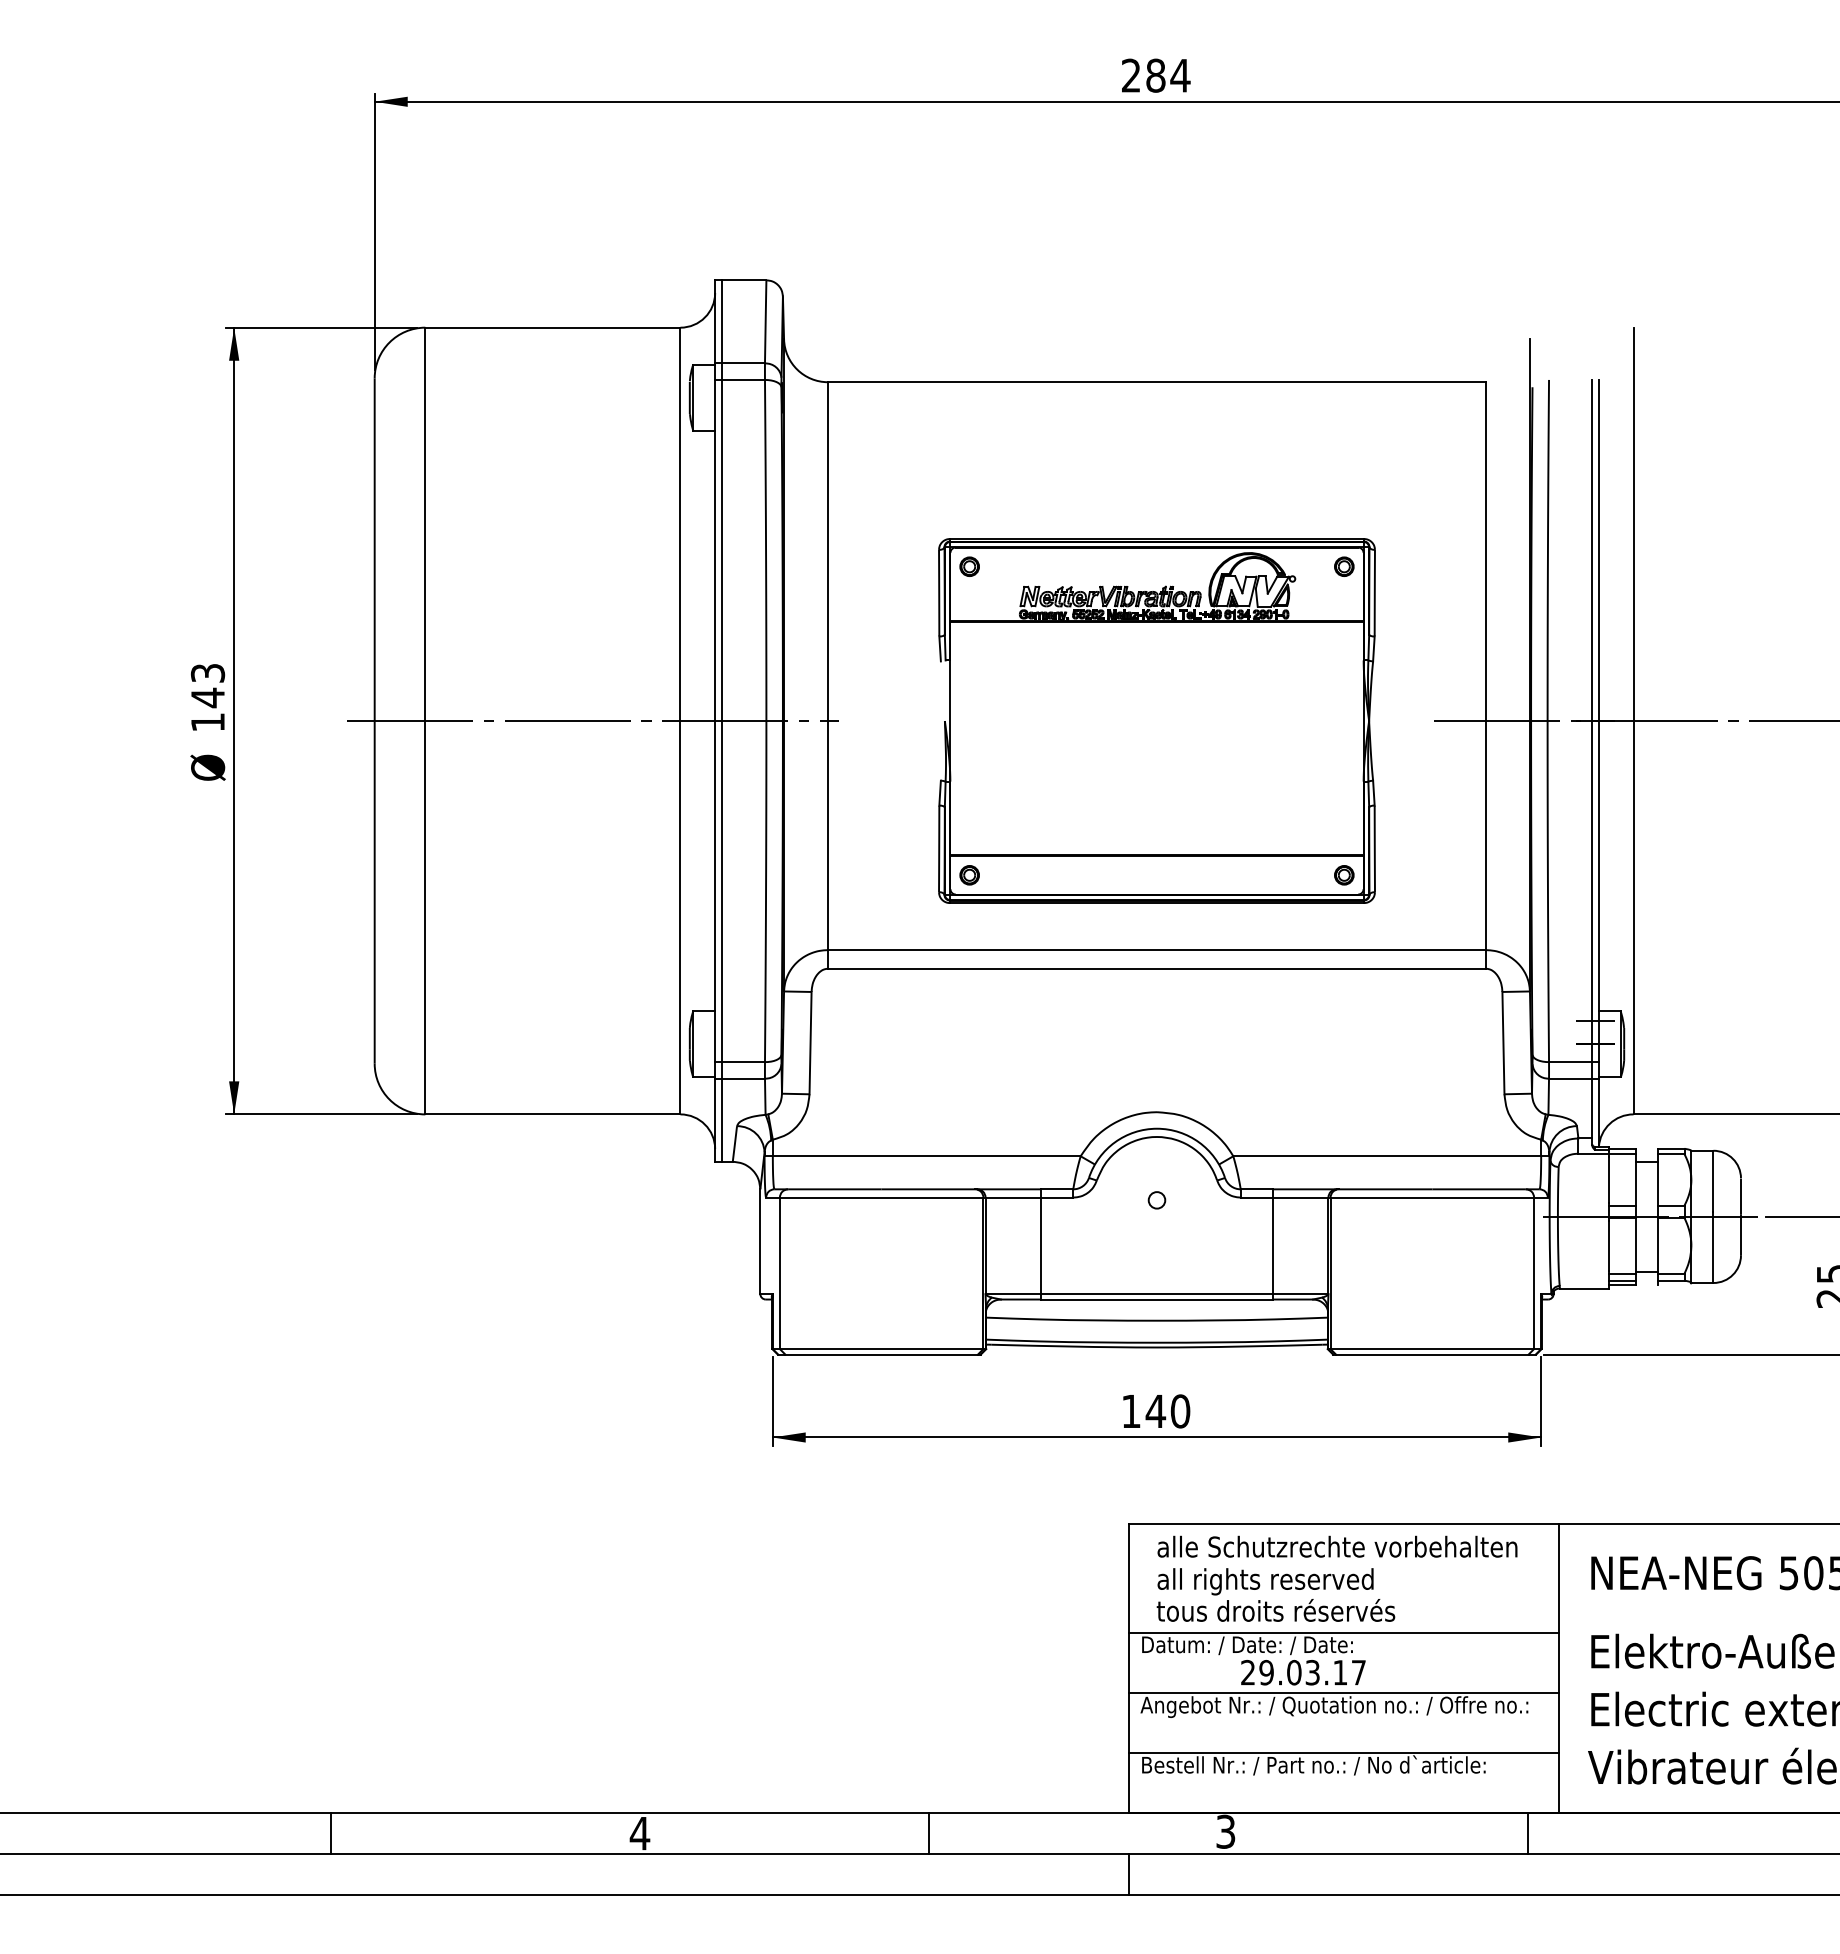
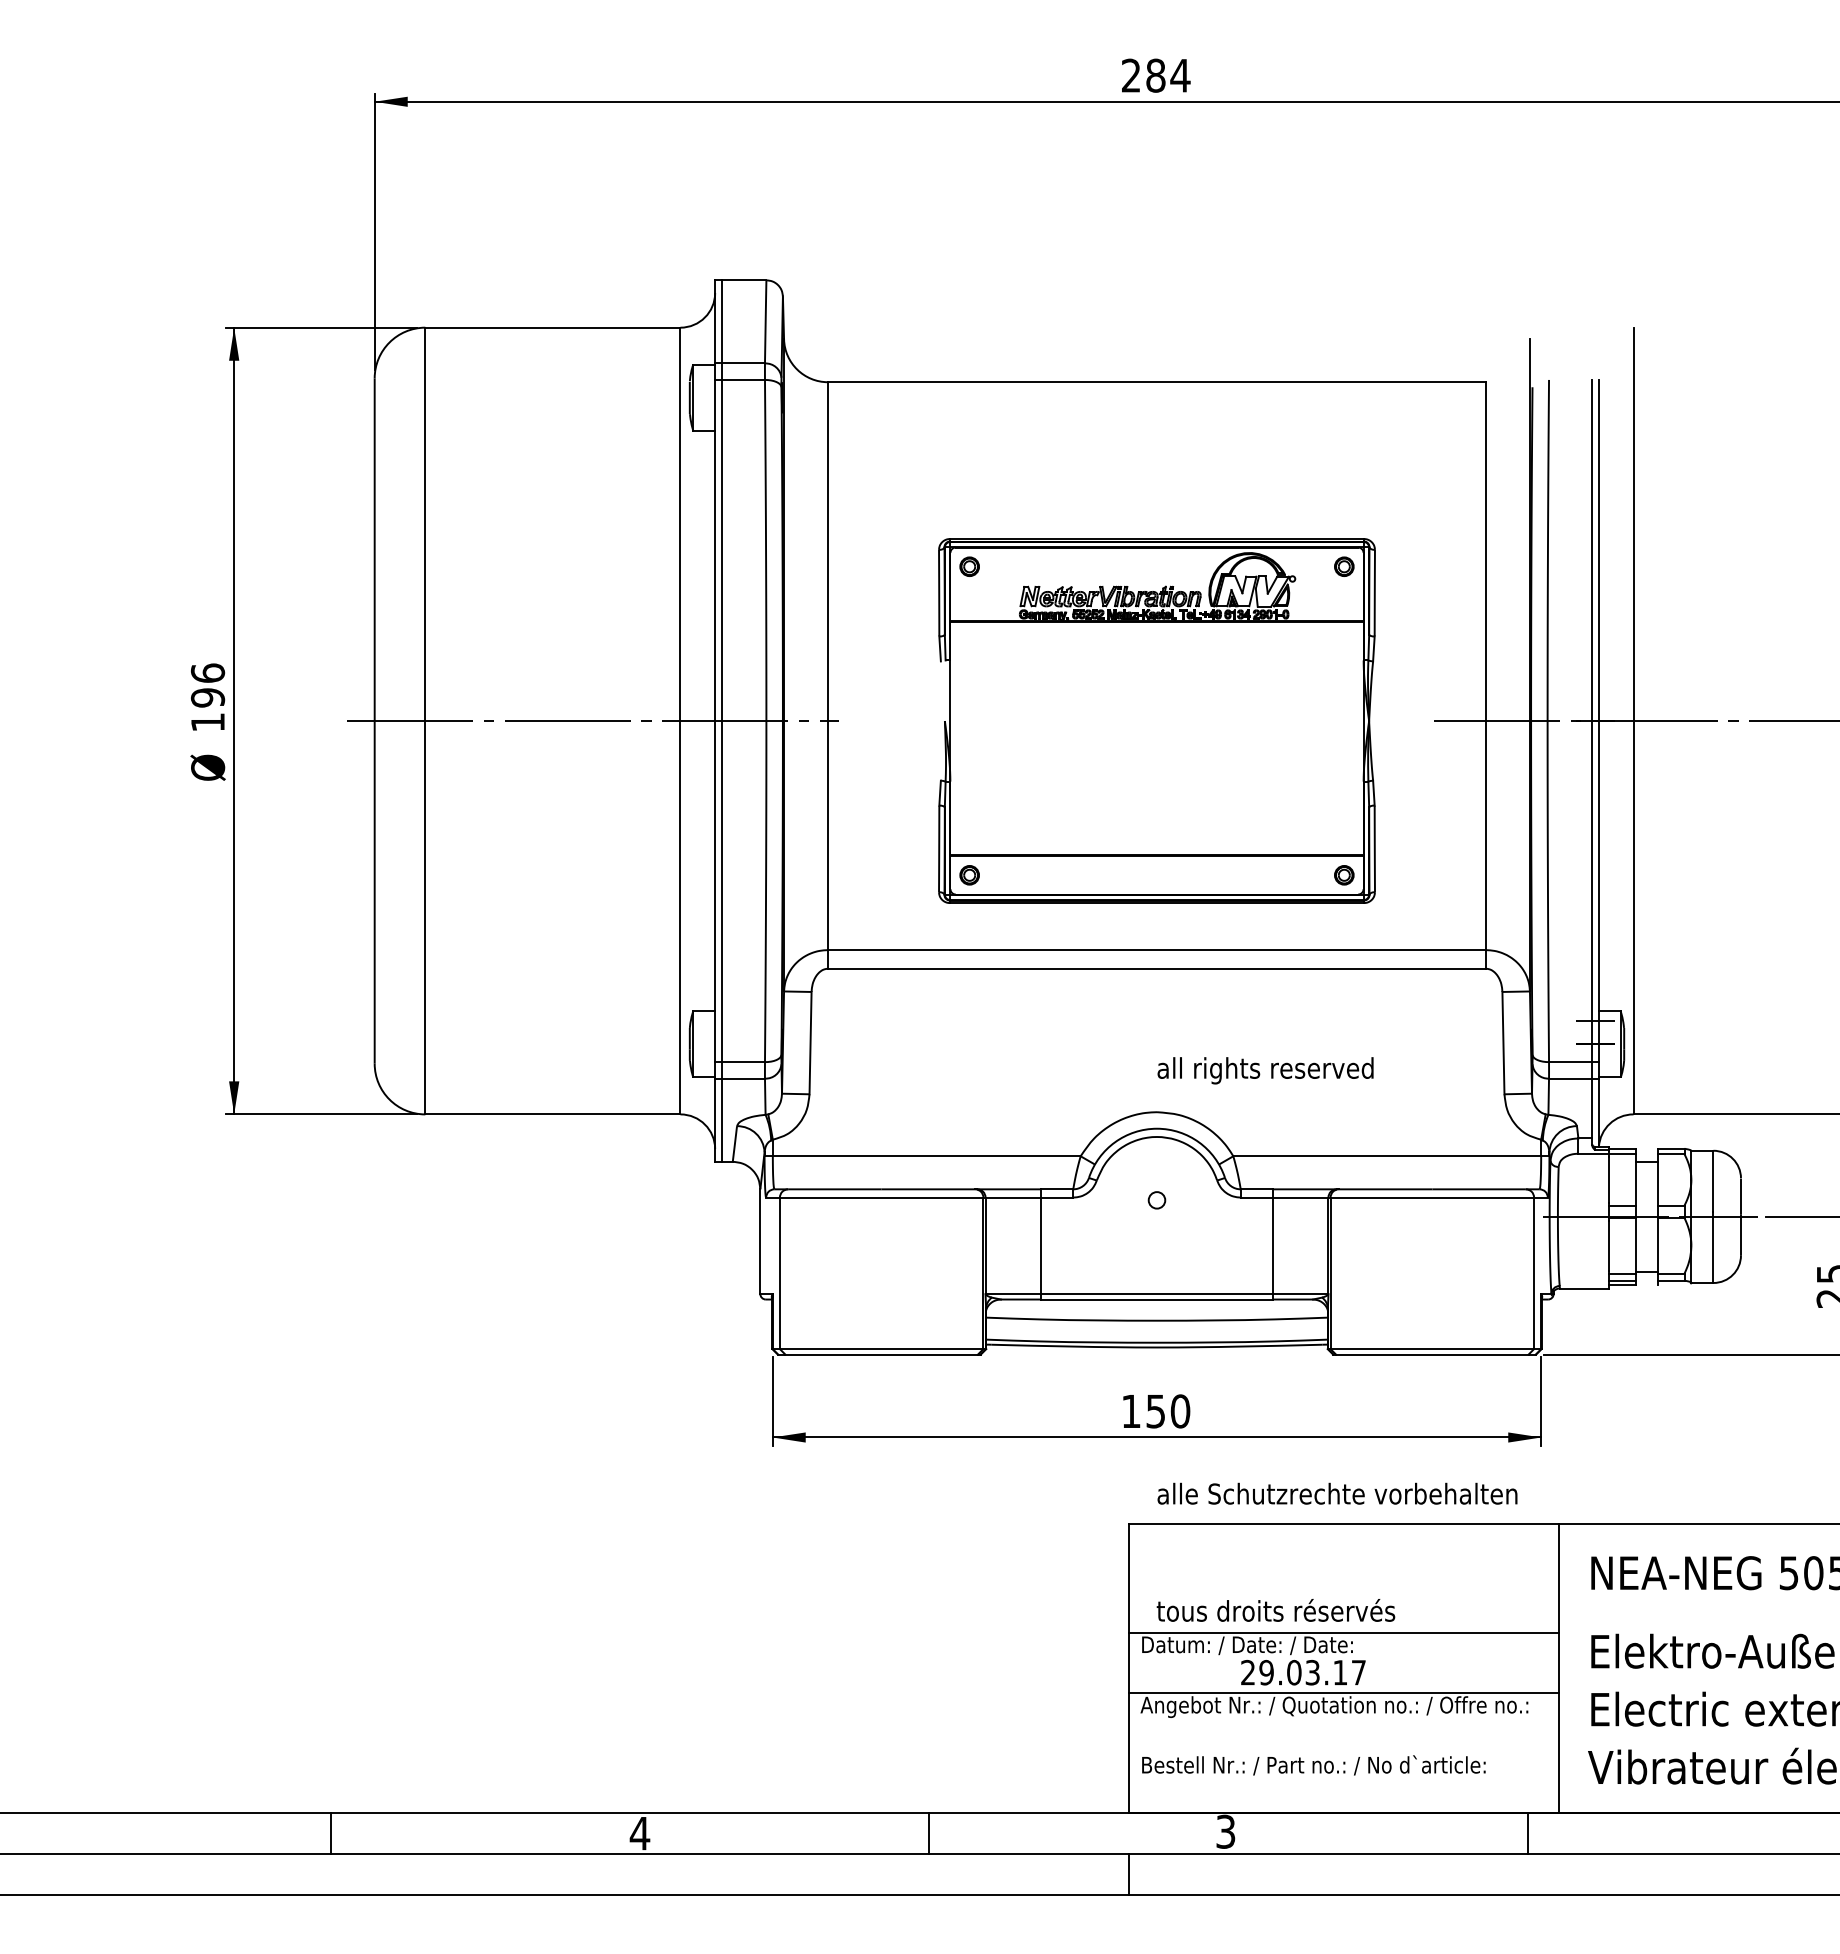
text at (207, 685): 143 -> 196
text at (1155, 1411): 140 -> 150
text at (1337, 1546) position: (1337, 1546) -> (1337, 1493)
text at (1265, 1581) position: (1265, 1581) -> (1265, 1070)
line at (1343, 1752): present -> none
